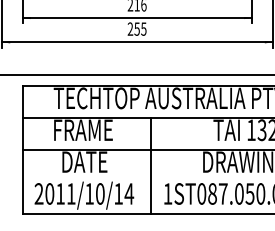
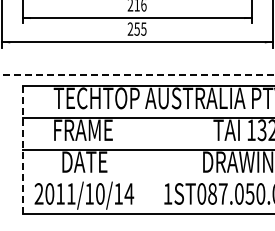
line at (137, 75): solid -> dashed
line at (23, 150): solid -> dashed
line at (150, 165): present -> none
